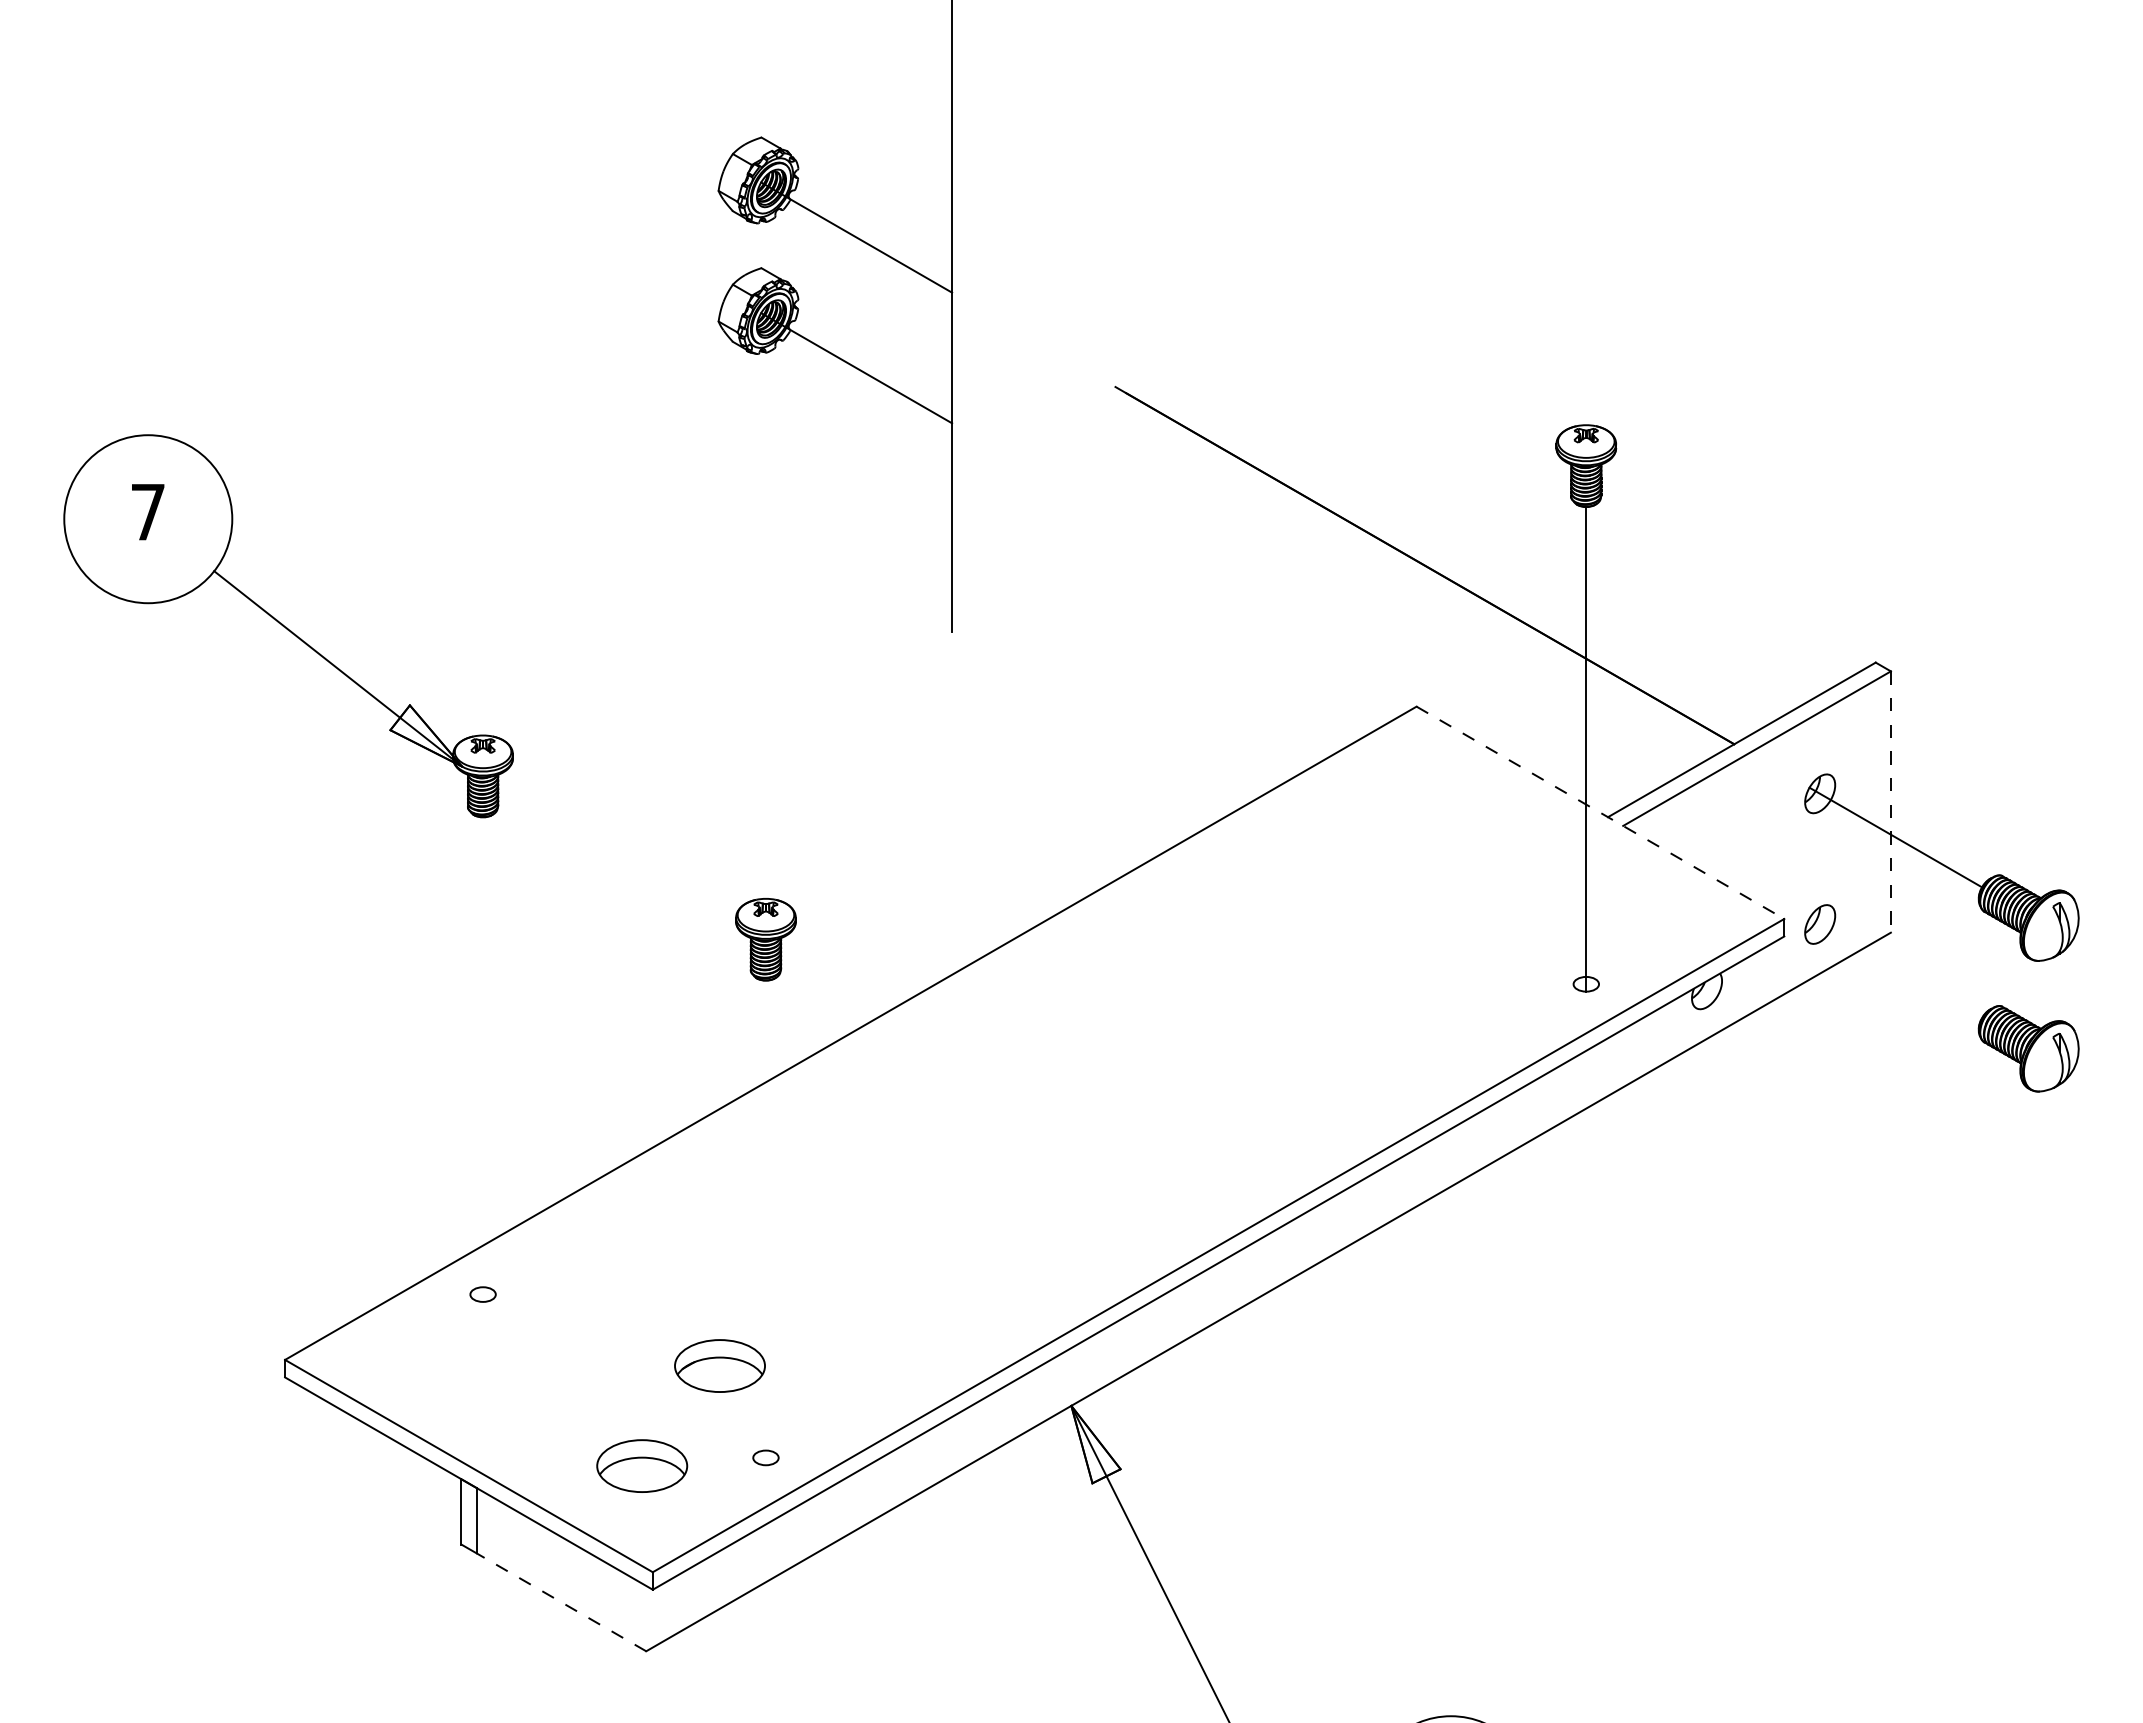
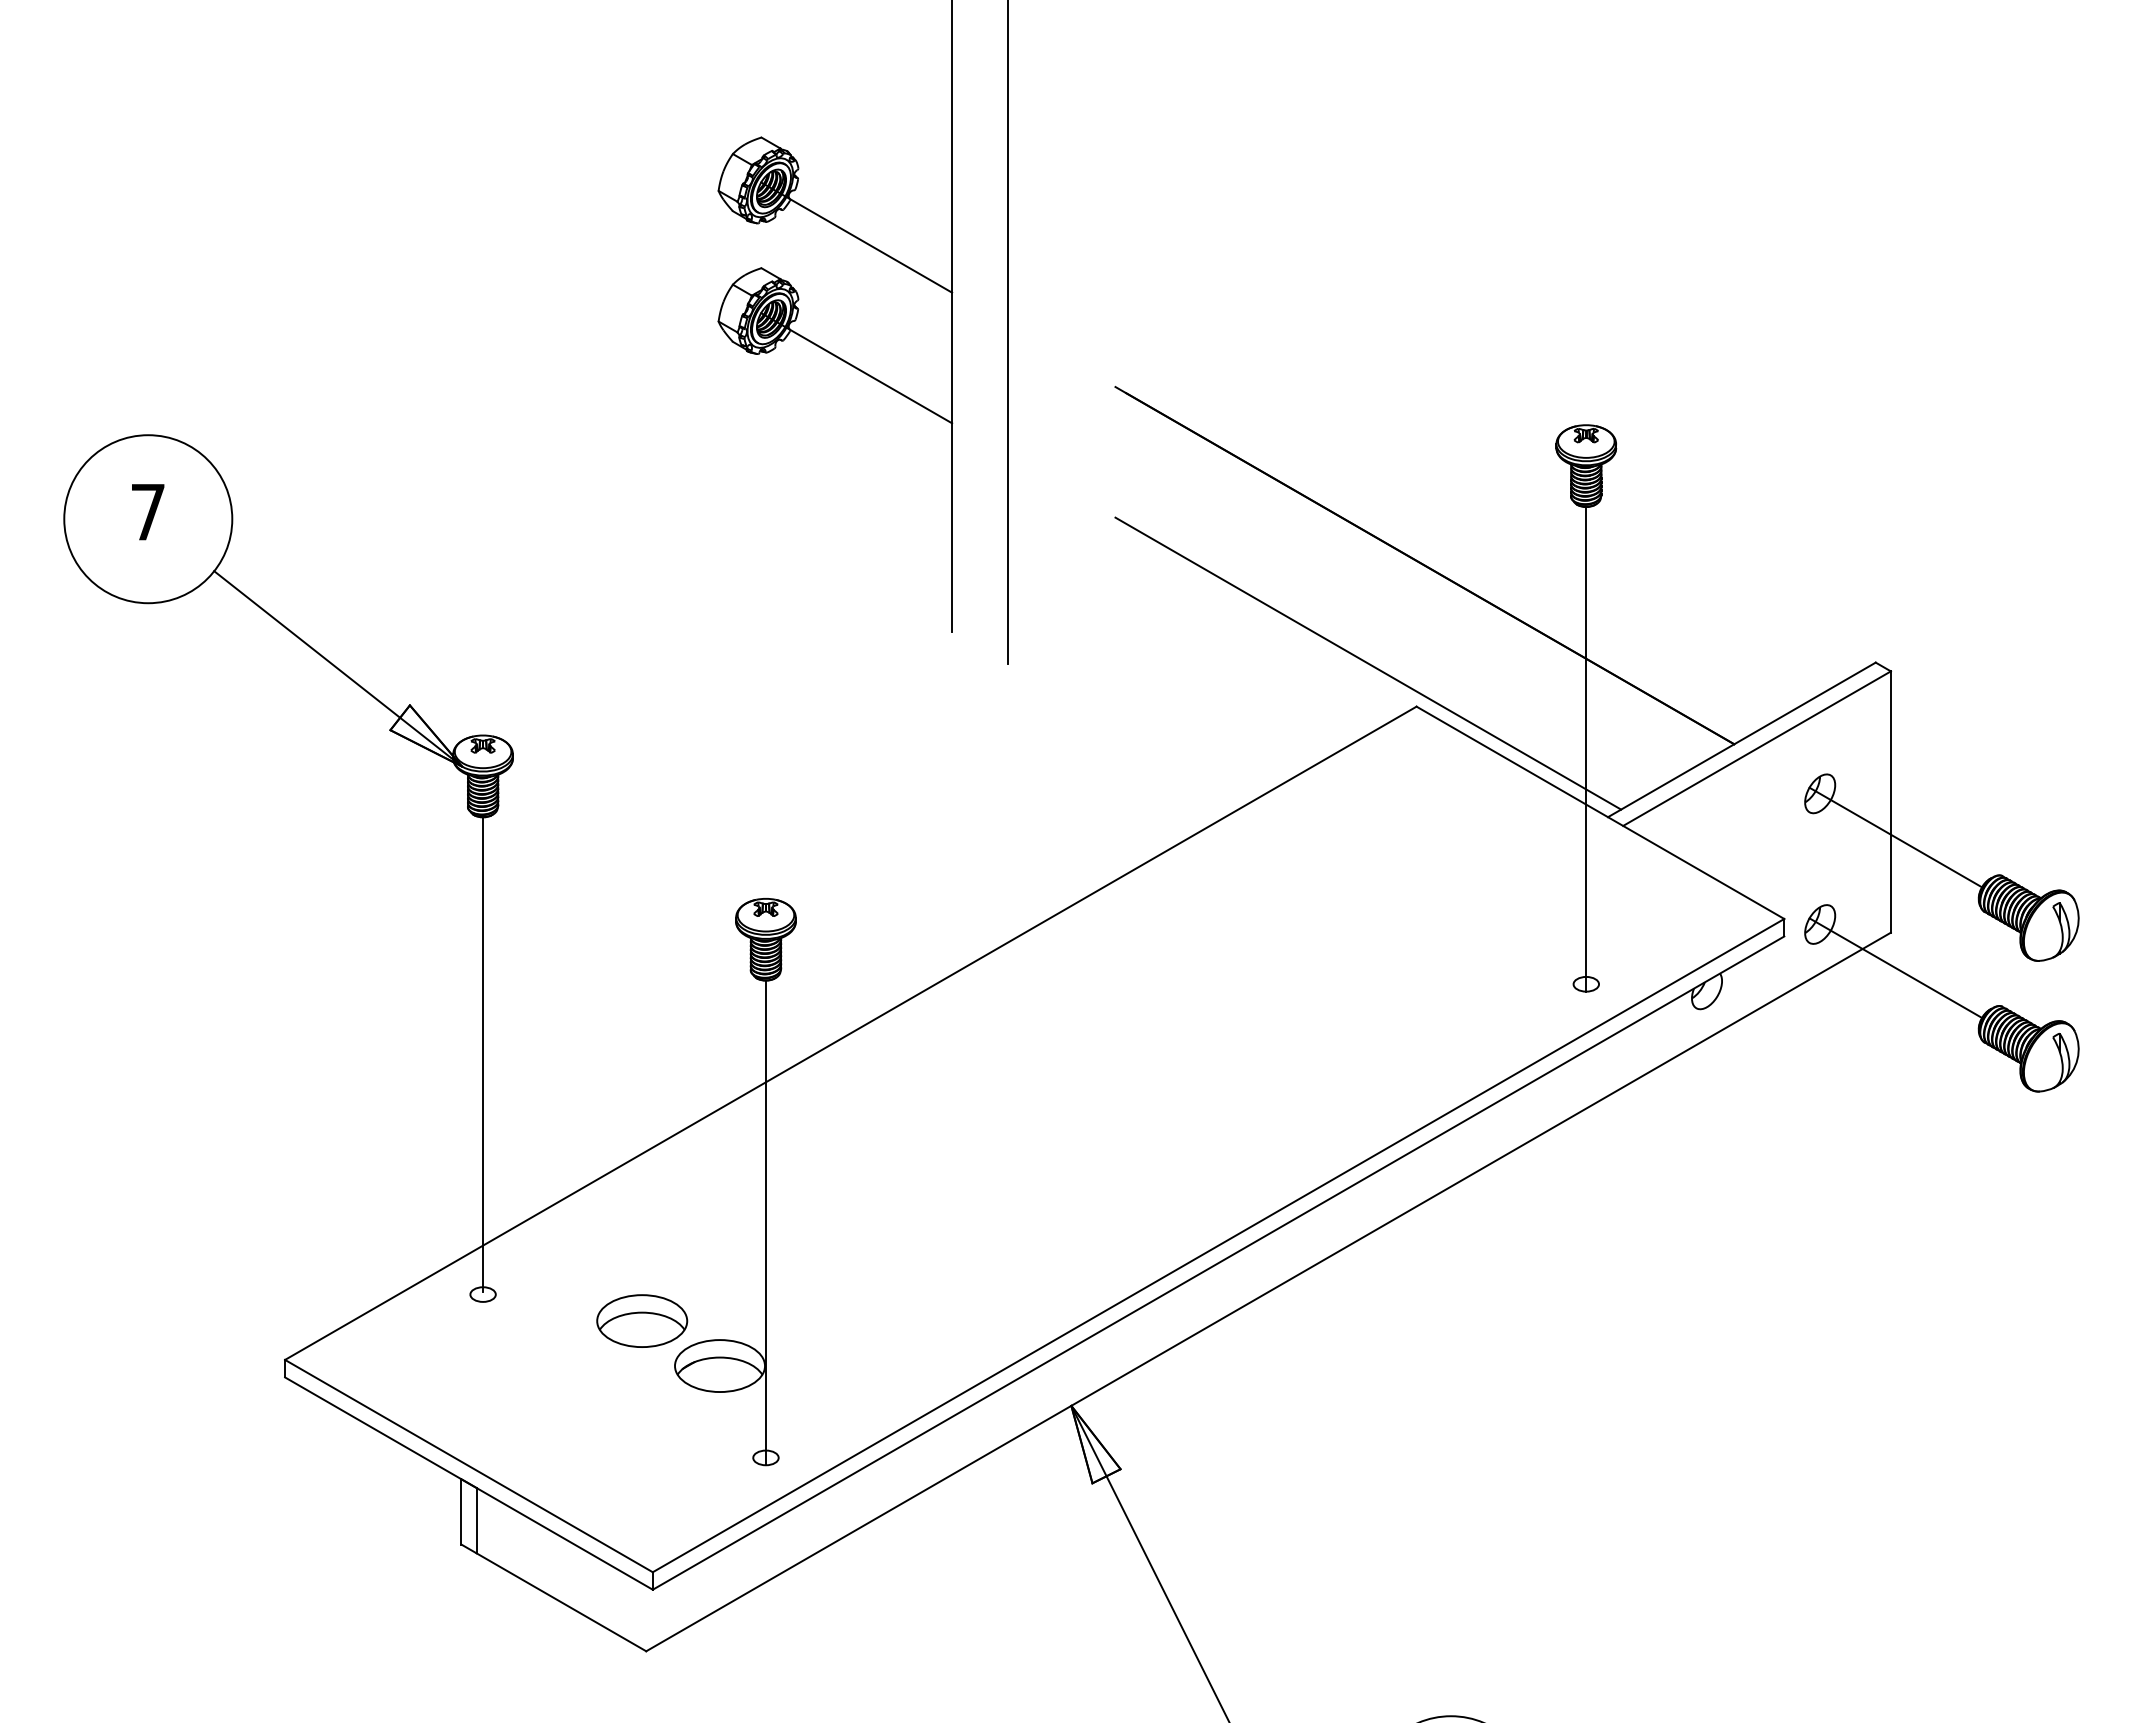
line at (1008, 333): none -> present
line at (1368, 663): none -> present
line at (1890, 802): dashed -> solid
line at (1600, 813): dashed -> solid
line at (1895, 967): none -> present
line at (483, 1054): none -> present
line at (765, 1222): none -> present
part at (642, 1465) position: (642, 1465) -> (642, 1320)
line at (561, 1602): dashed -> solid
